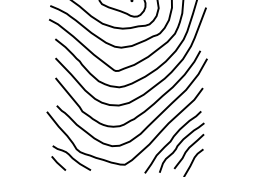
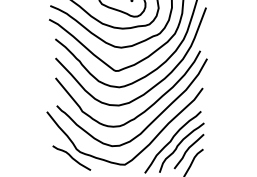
line at (58, 163): present -> none
